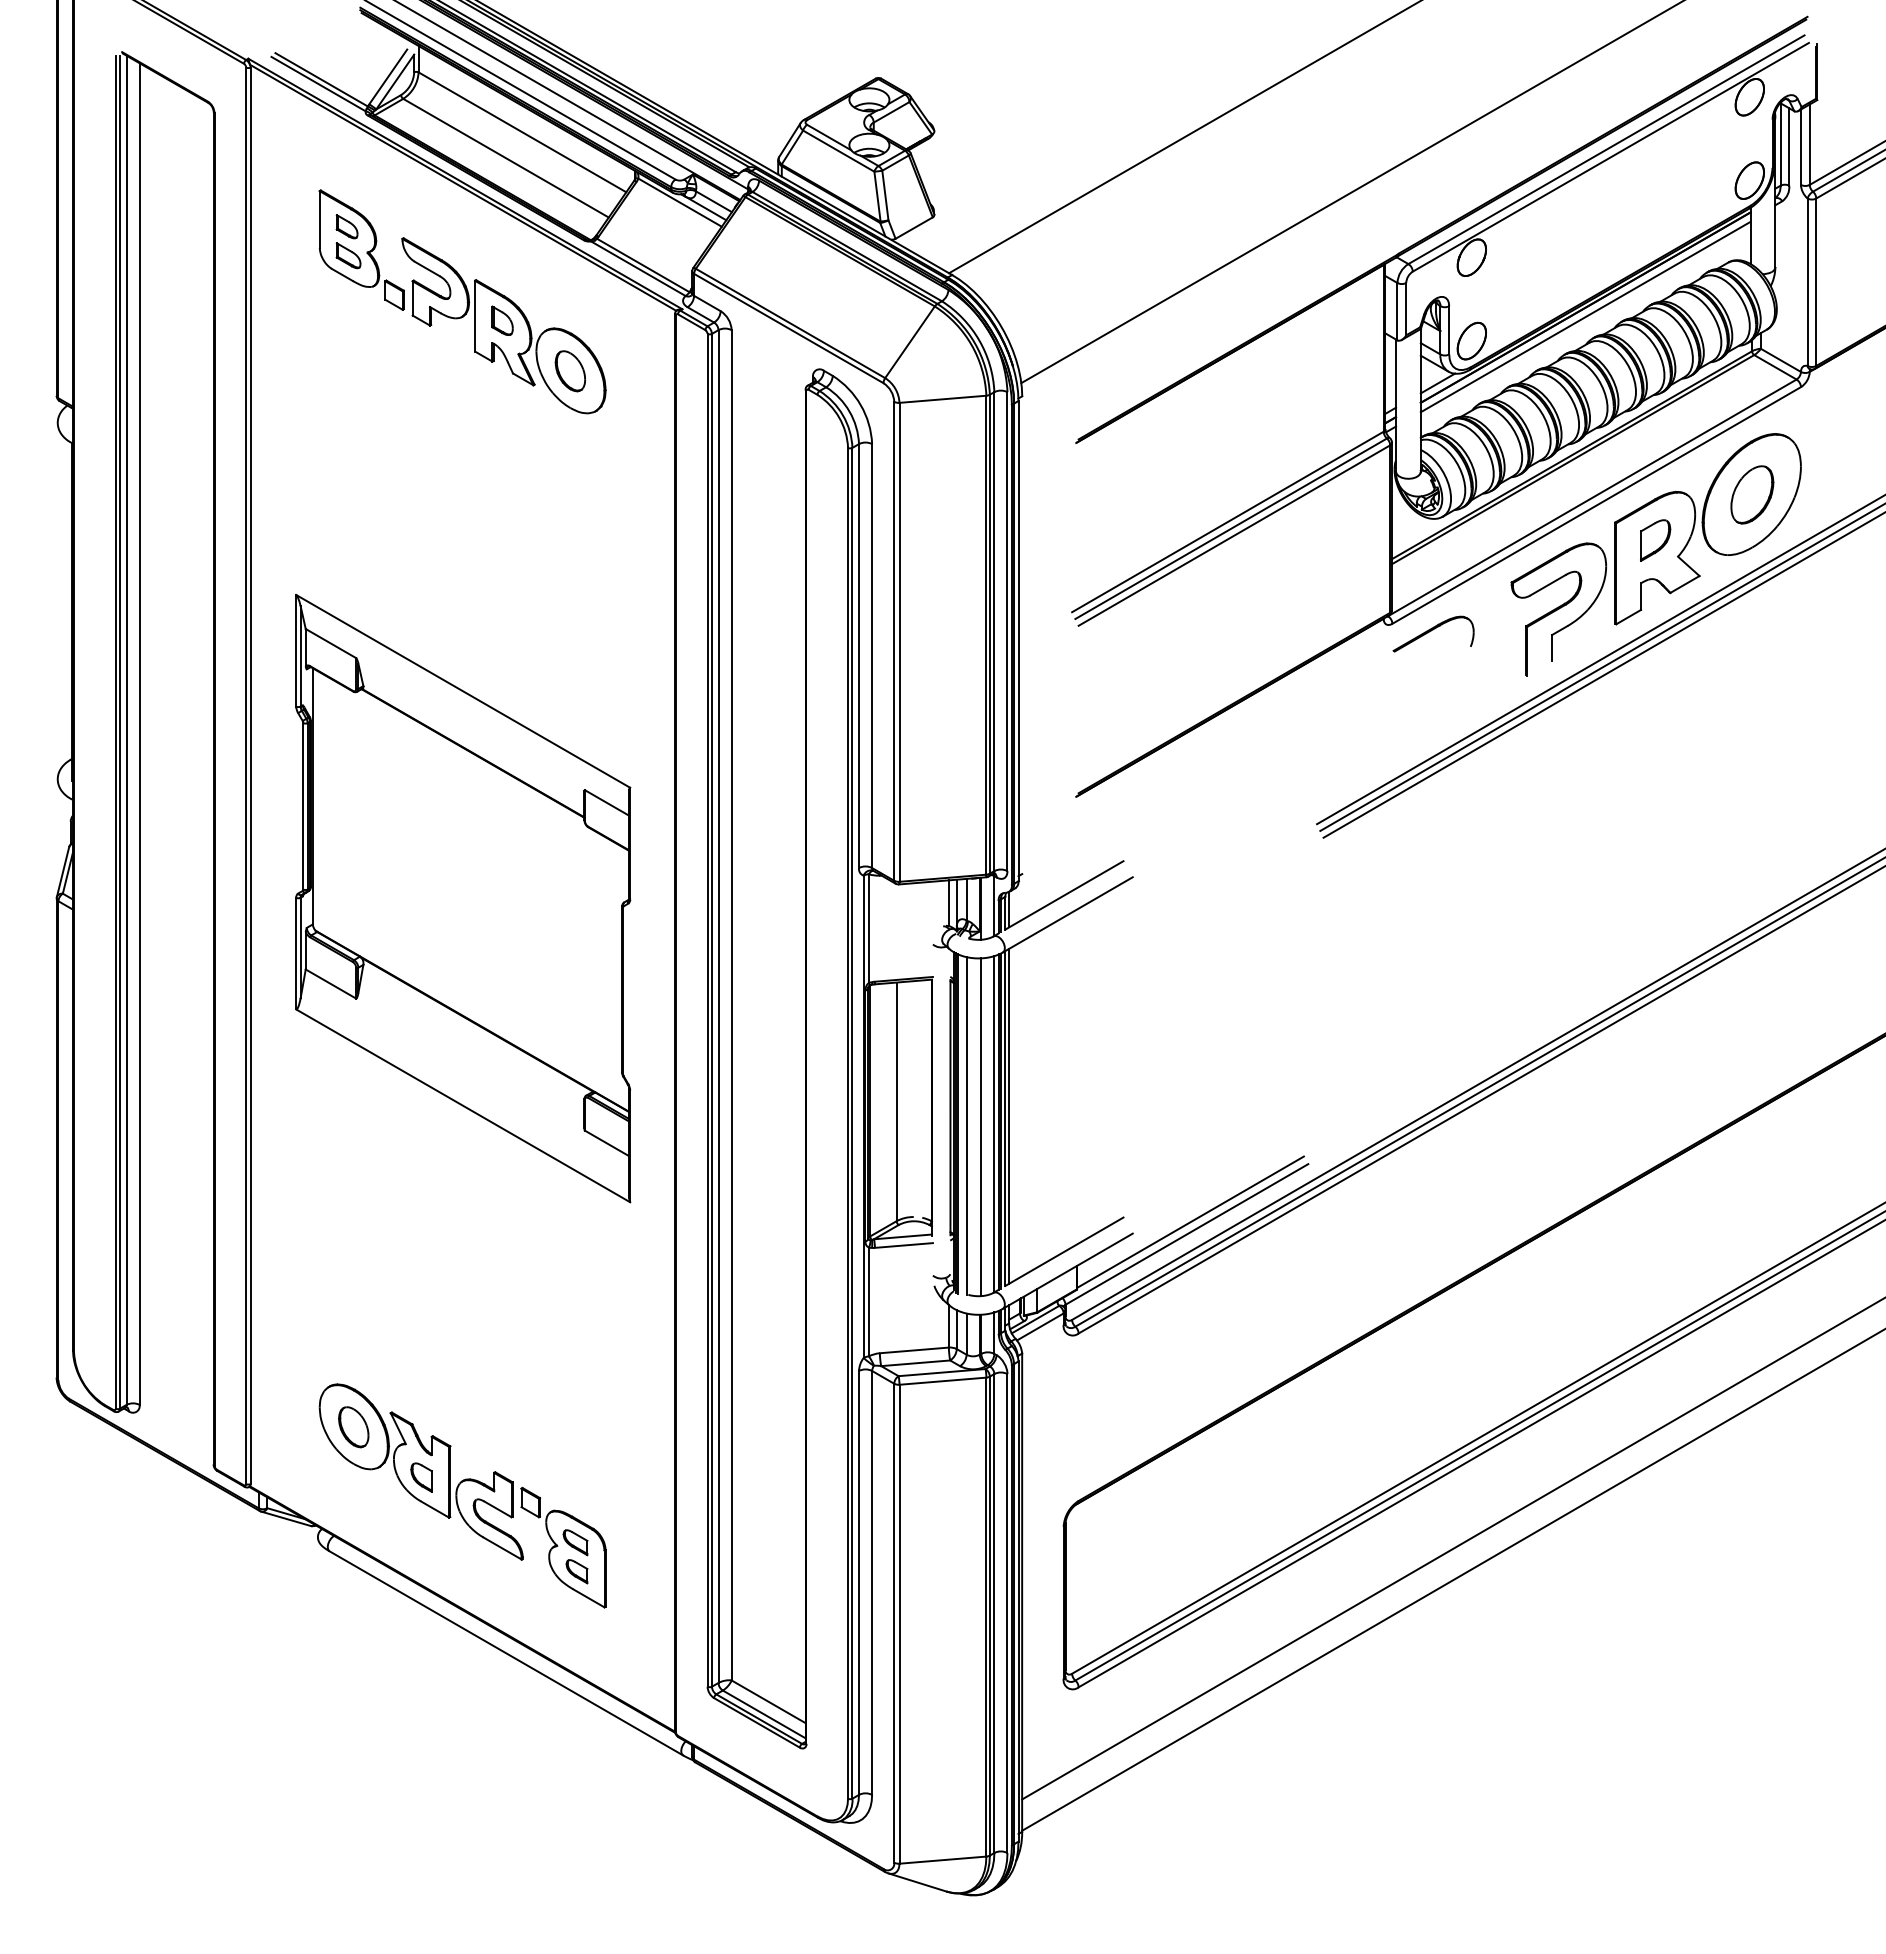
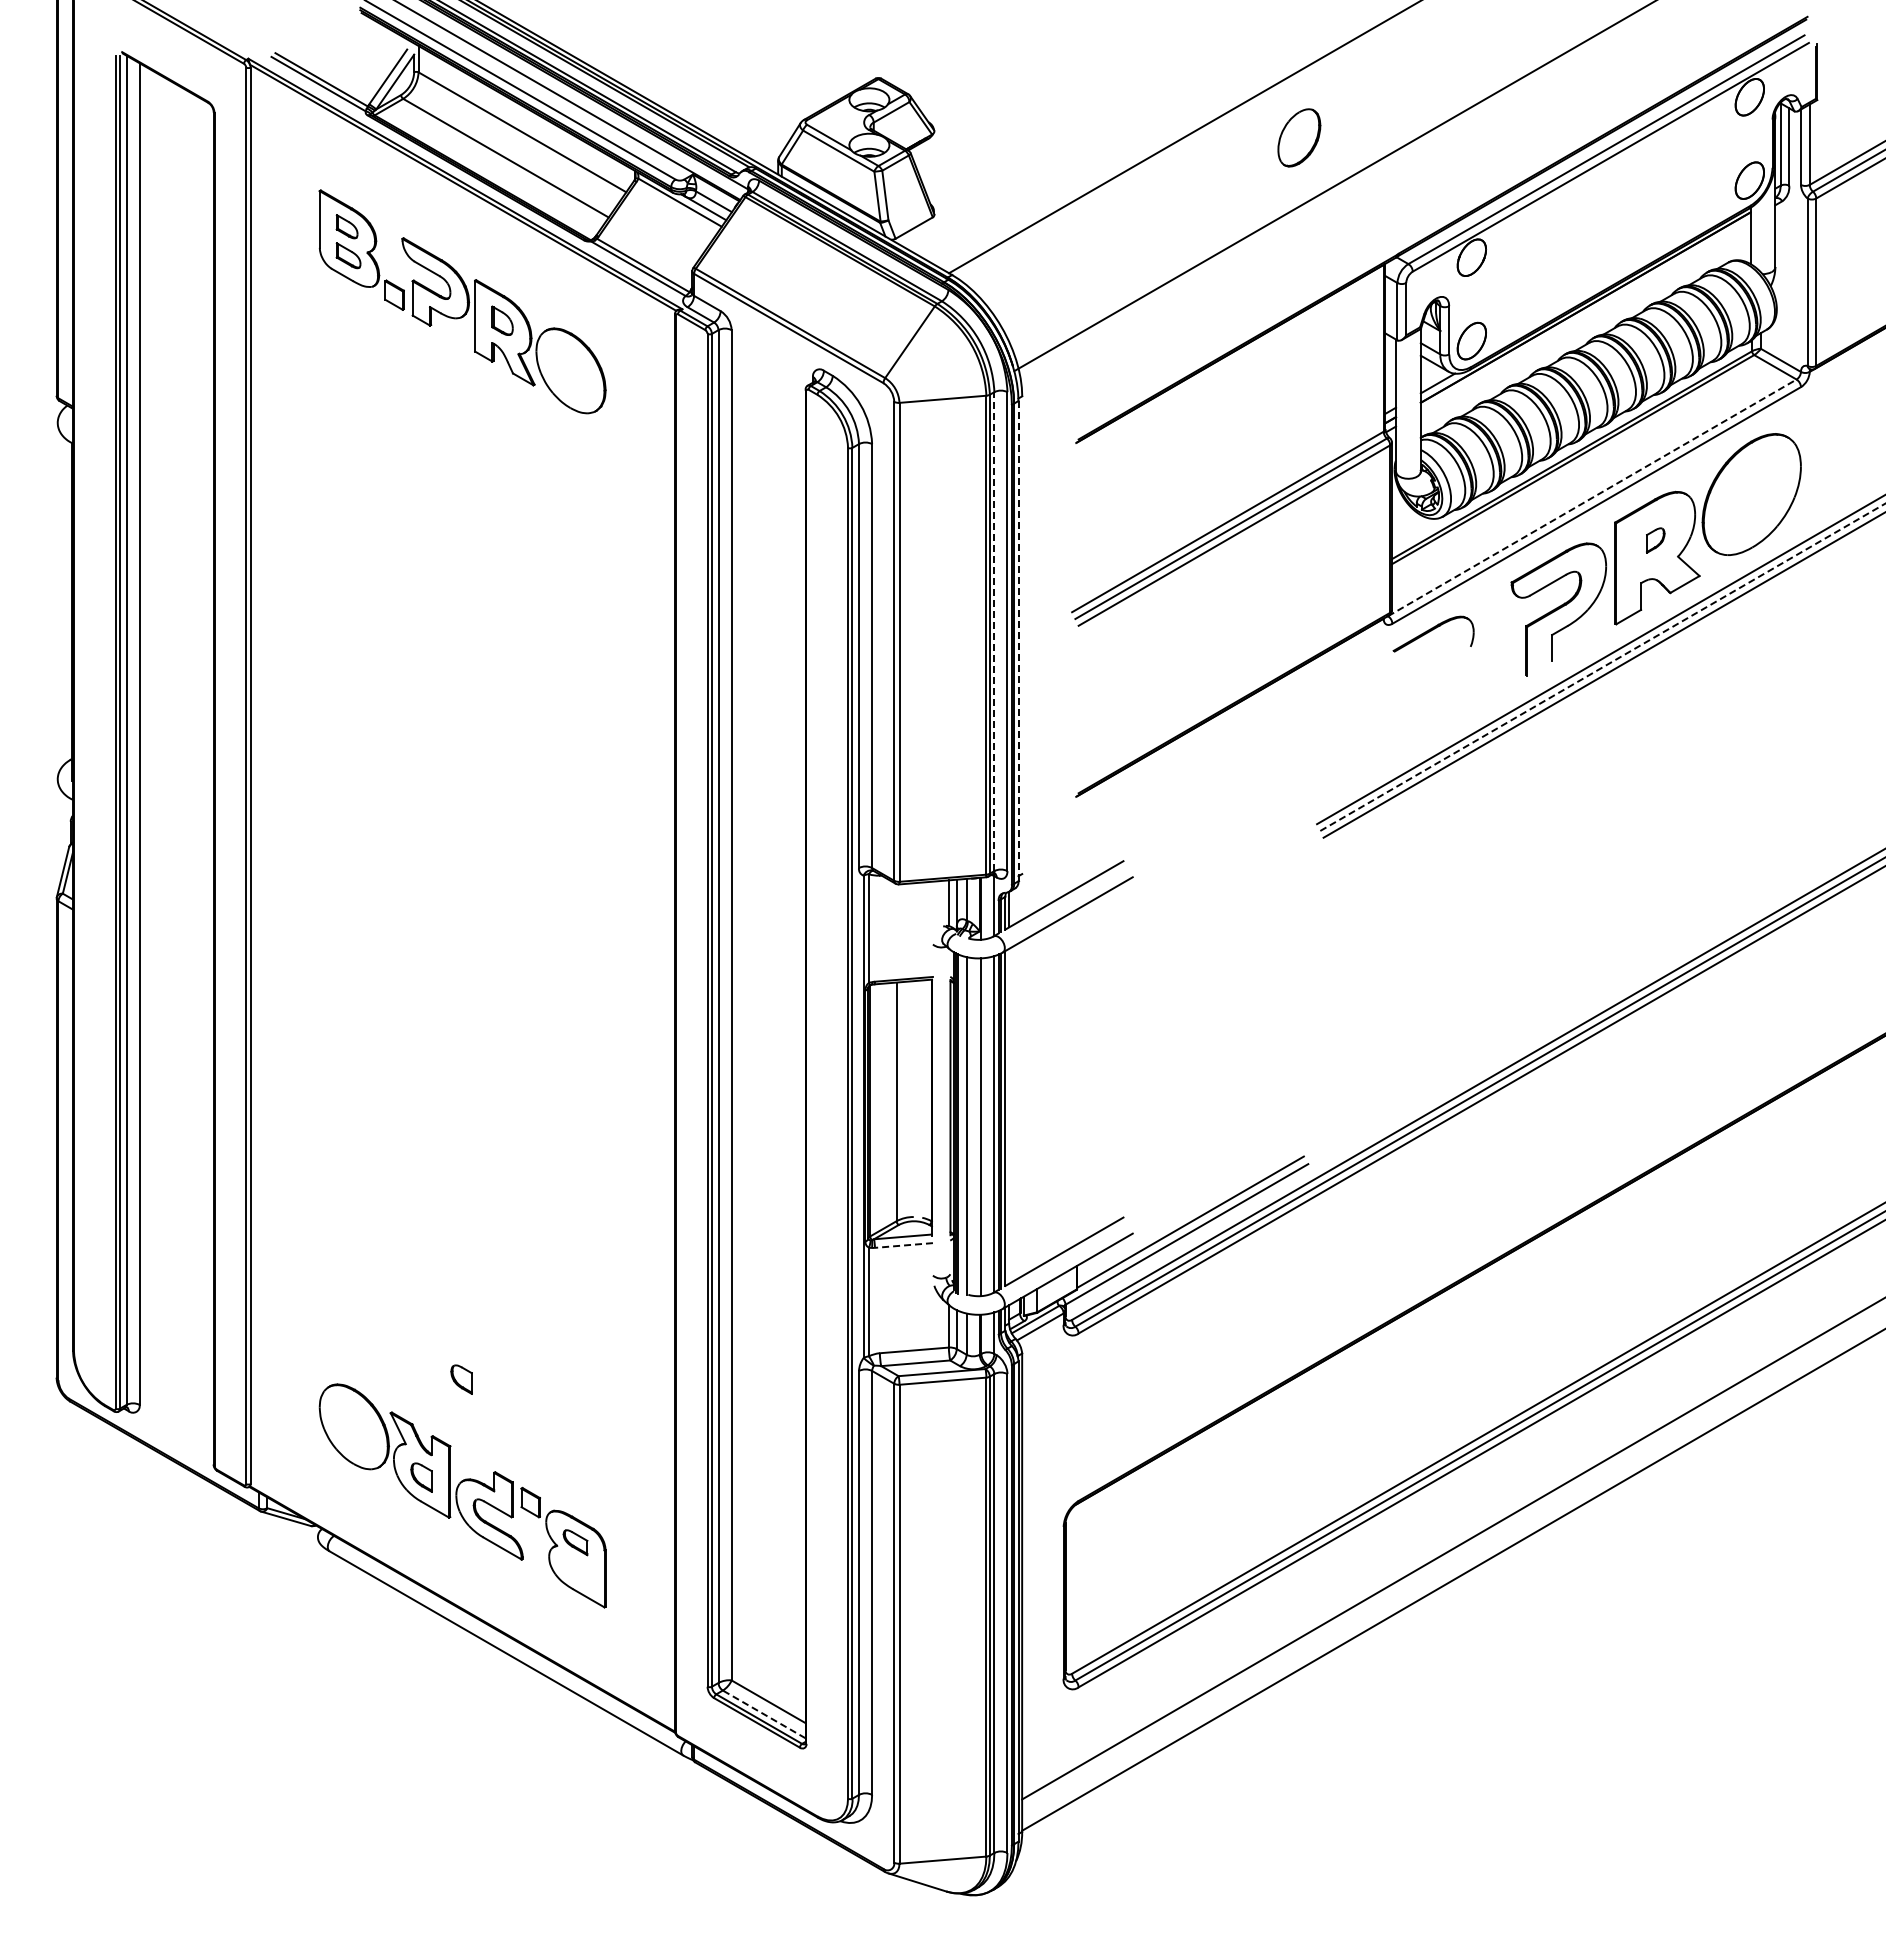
line at (1351, 192) position: (1351, 192) -> (1333, 186)
line at (1585, 316): present -> none
part at (569, 371): present -> none
part at (1752, 494) position: (1752, 494) -> (1299, 137)
line at (1592, 497): solid -> dashed
part at (1655, 540) size: 32x43 px -> 20x27 px
line at (994, 631): solid -> dashed
line at (1018, 640): solid -> dashed
line at (1603, 667): solid -> dashed
part at (463, 898): present -> none
line at (1009, 1115): present -> none
line at (903, 1245): solid -> dashed
part at (461, 1379): none -> present
part at (353, 1427): present -> none
part at (576, 1571): present -> none
line at (764, 1714): solid -> dashed
